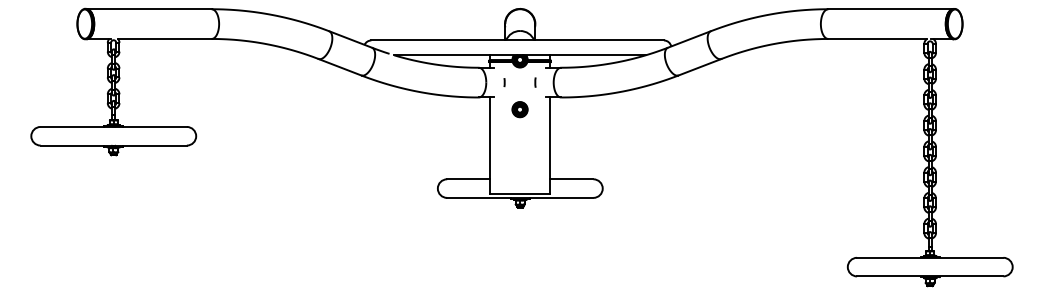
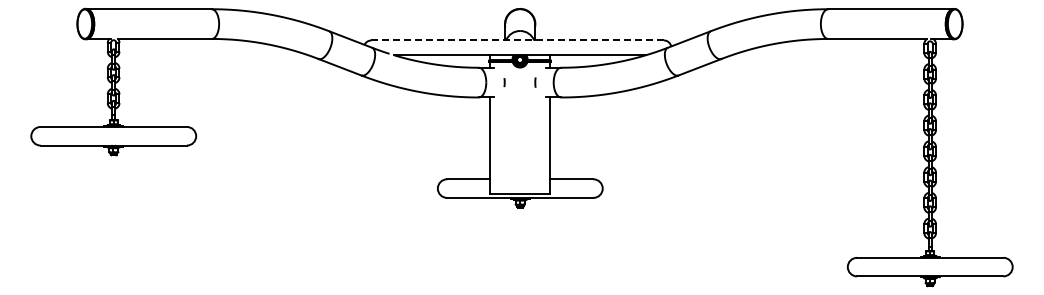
line at (517, 40): solid -> dashed
part at (519, 109): present -> none
